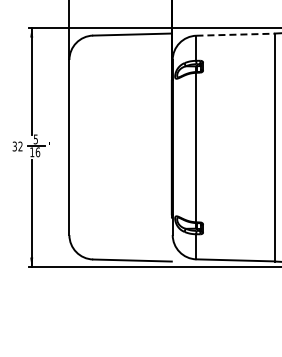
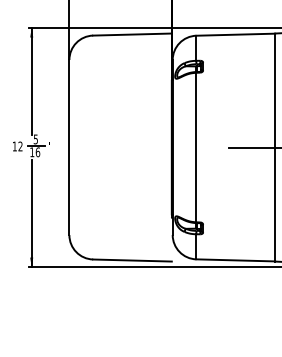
line at (236, 34): dashed -> solid
text at (14, 146): 32 -> 12
line at (253, 147): none -> present
